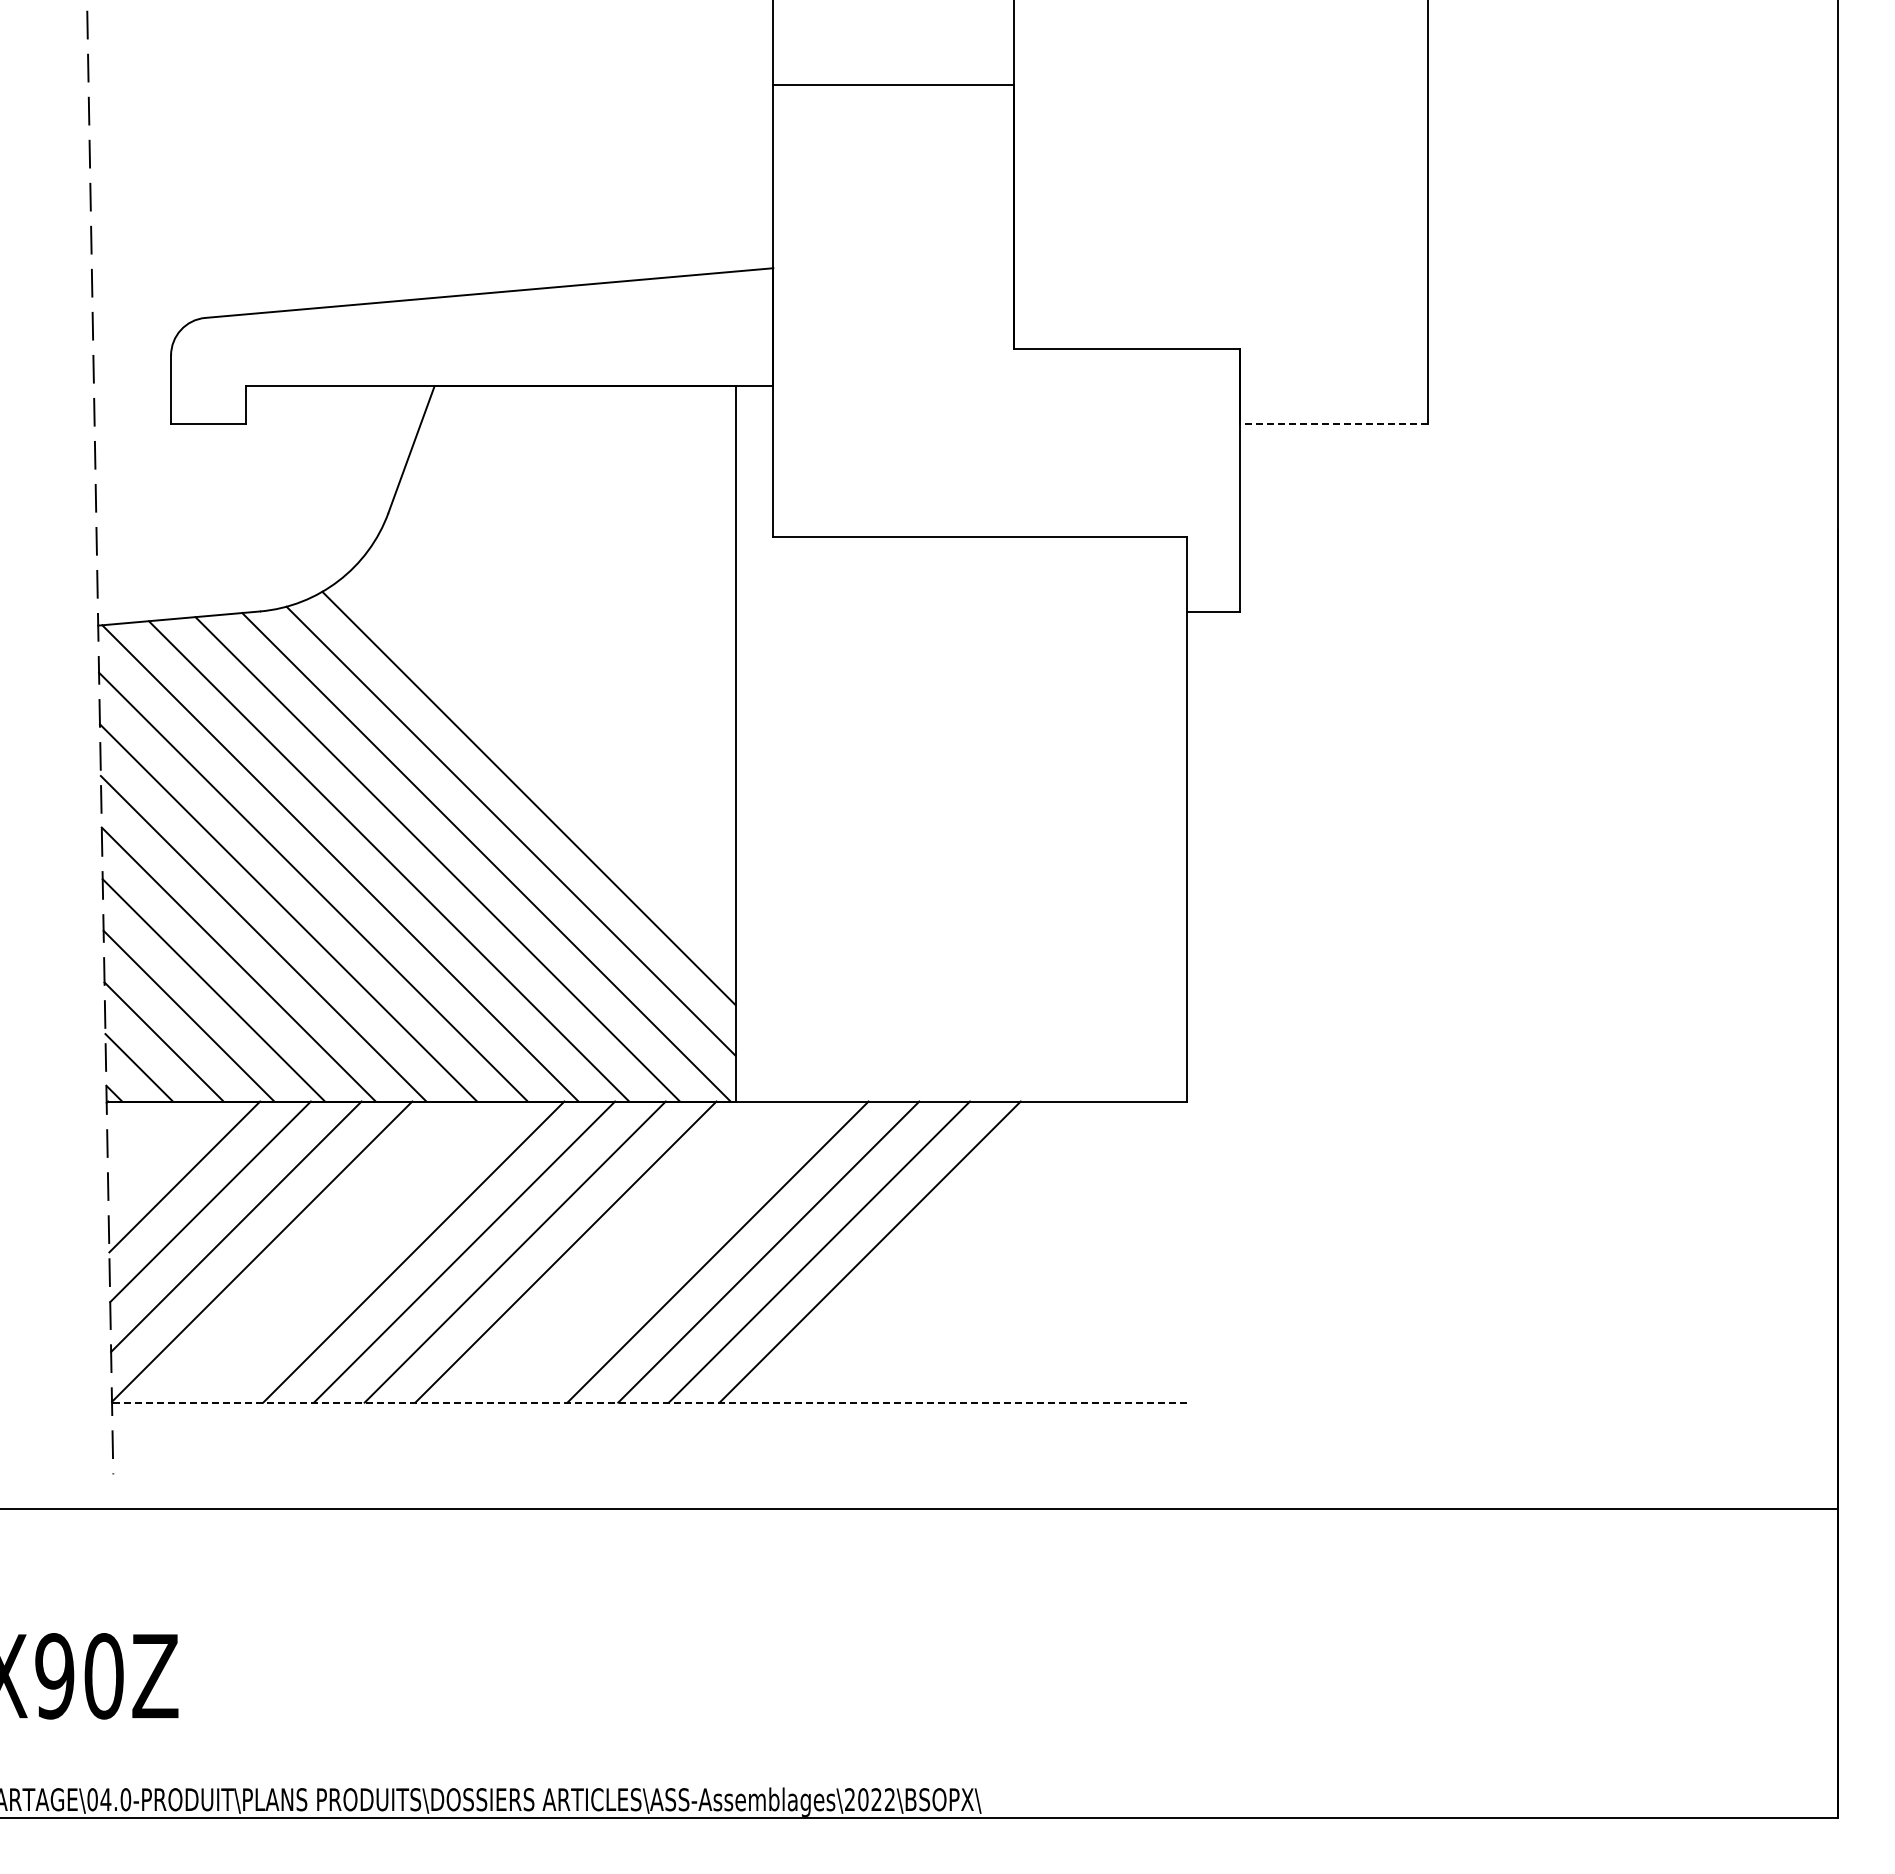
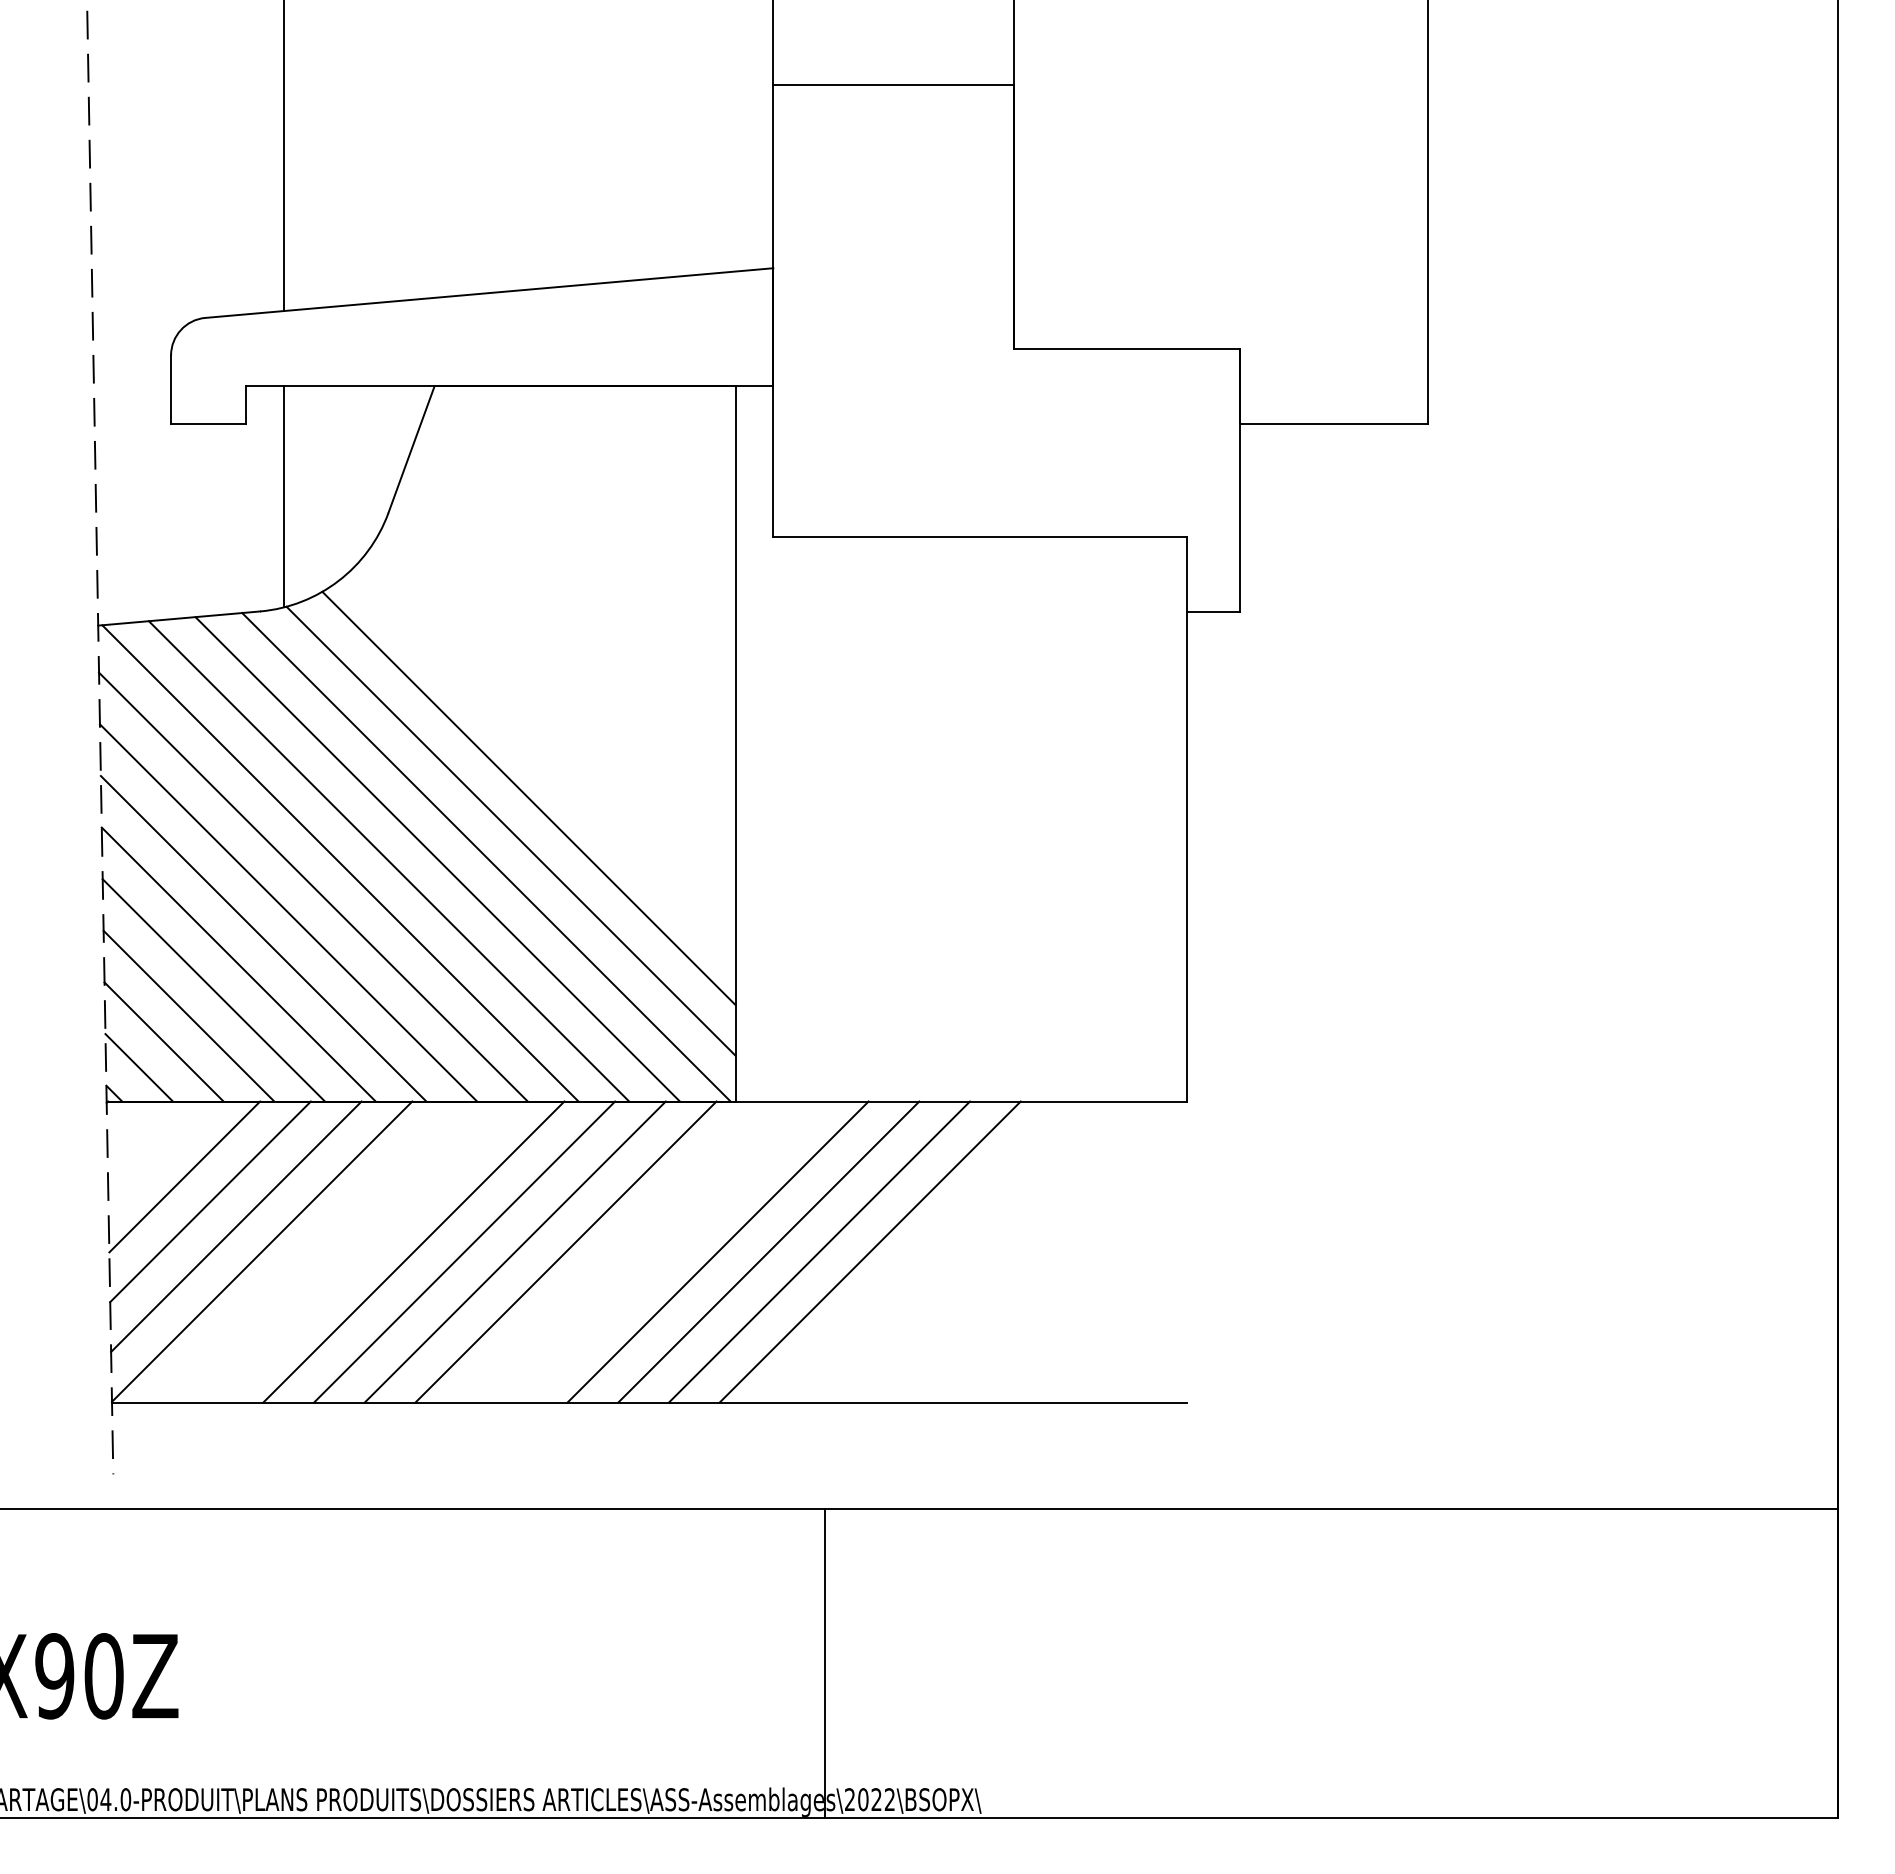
line at (284, 156): none -> present
line at (1333, 423): dashed -> solid
line at (284, 496): none -> present
line at (649, 1402): dashed -> solid
line at (824, 1662): none -> present
